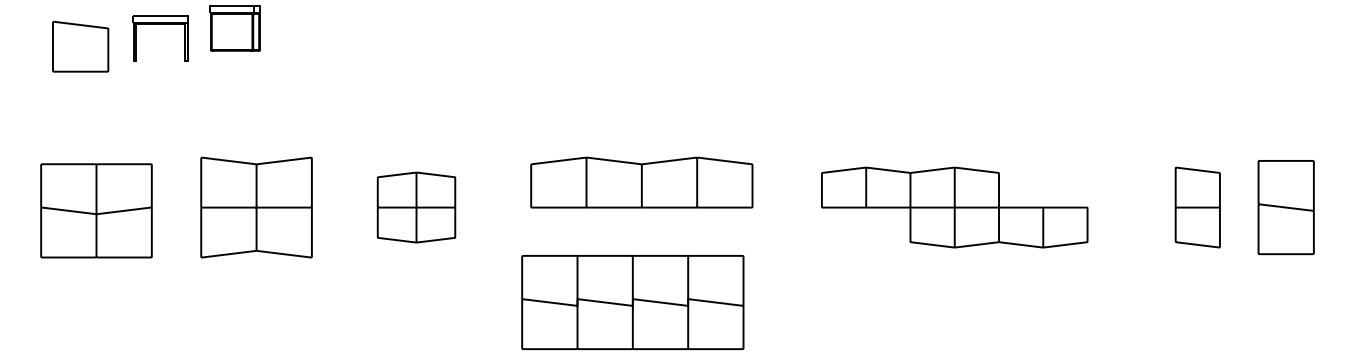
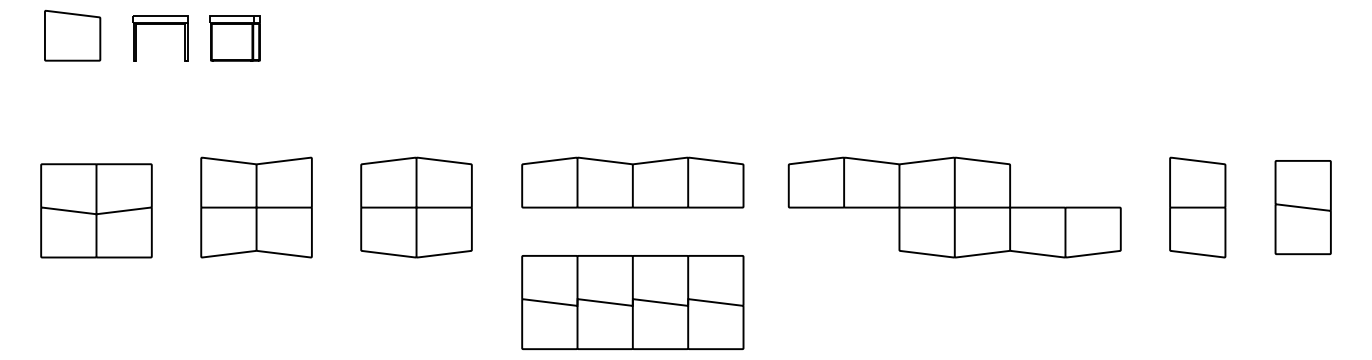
part at (234, 28) position: (234, 28) -> (234, 38)
part at (80, 46) position: (80, 46) -> (72, 35)
part at (641, 182) position: (641, 182) -> (632, 182)
part at (416, 207) size: 81x73 px -> 113x103 px
part at (954, 207) size: 268x83 px -> 335x103 px
part at (1197, 207) size: 47x83 px -> 58x103 px
part at (1285, 207) position: (1285, 207) -> (1302, 207)
